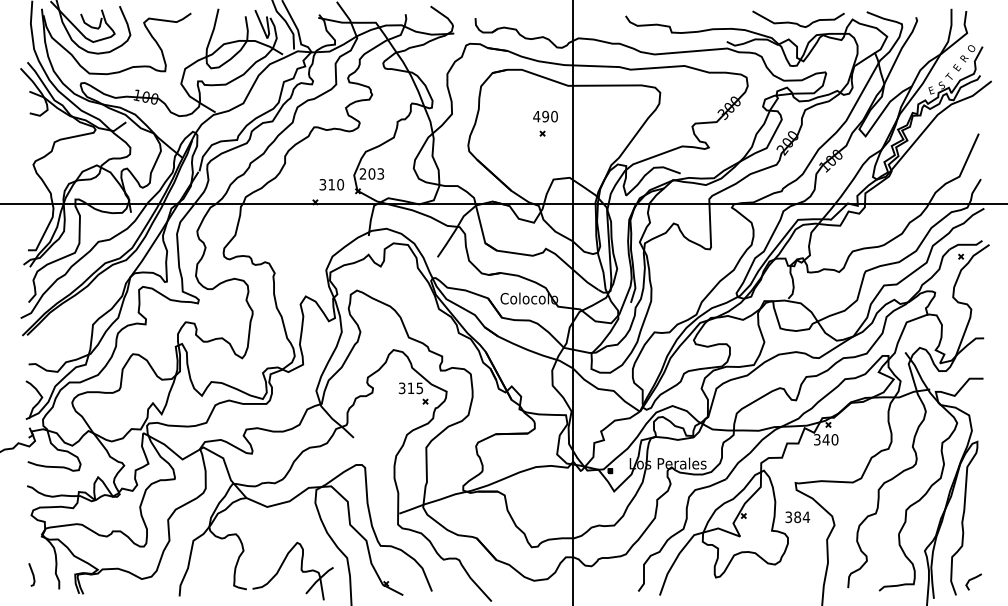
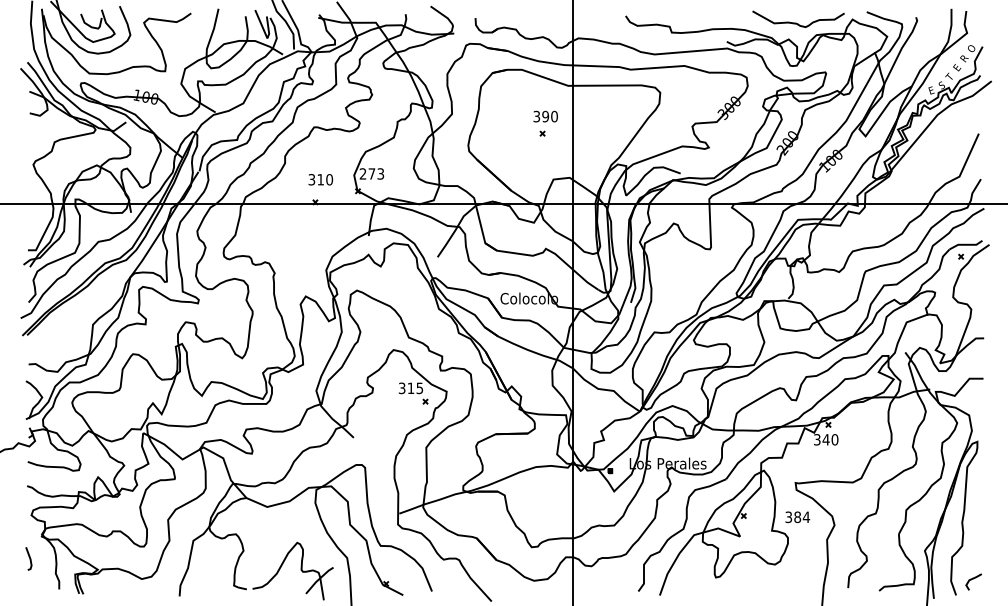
text at (536, 116): 490 -> 390
text at (371, 173): 203 -> 273
text at (331, 184) position: (331, 184) -> (320, 179)
line at (31, 573) position: (31, 573) -> (28, 557)
